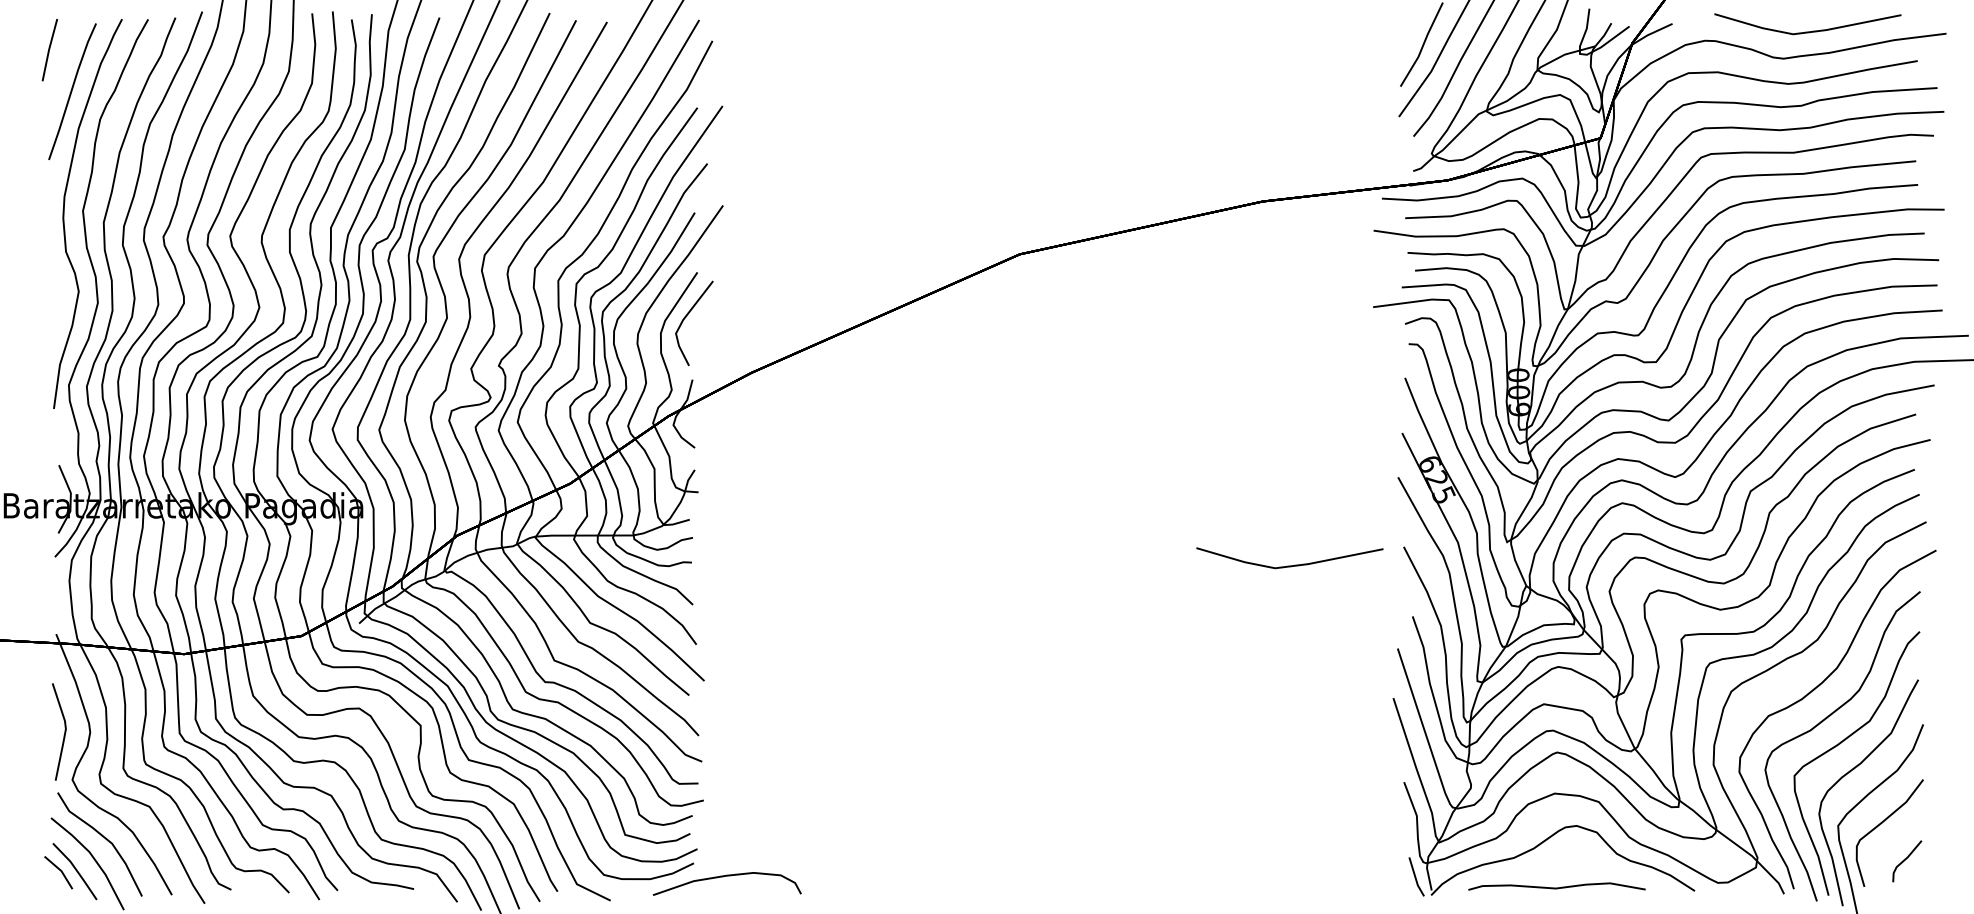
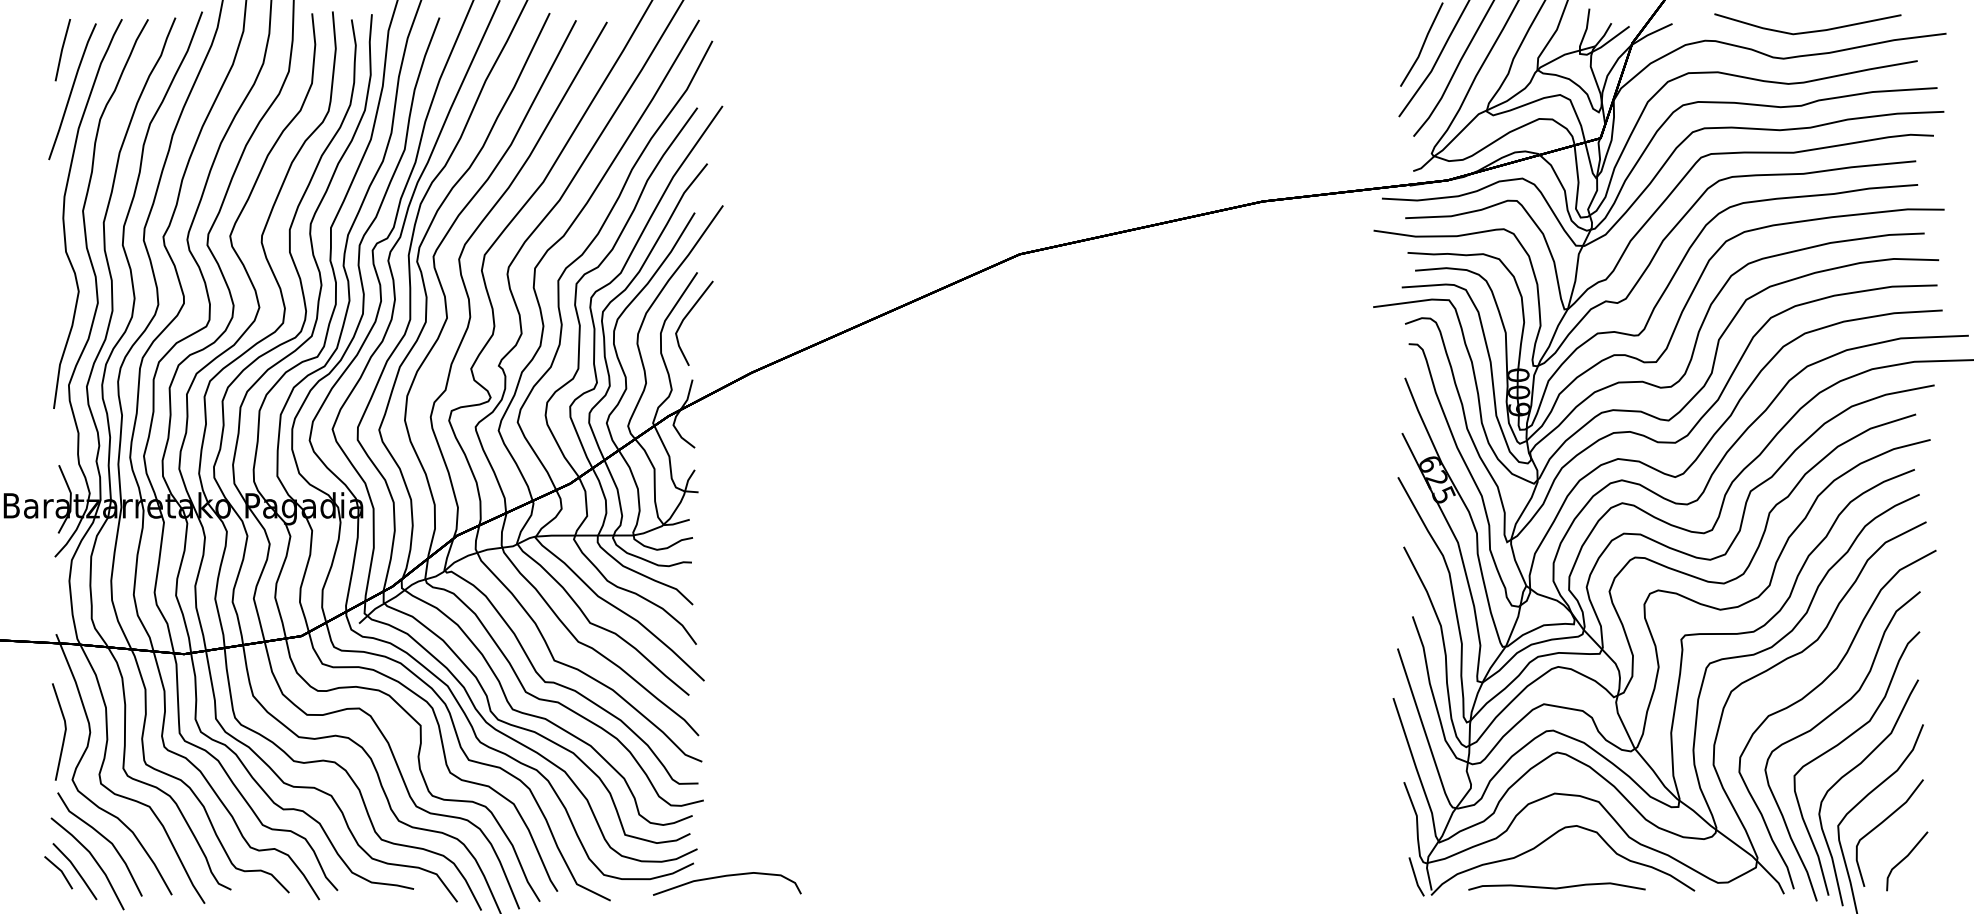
line at (49, 50) position: (49, 50) -> (62, 50)
line at (1289, 565): present -> none
part at (1907, 861) size: 31x43 px -> 43x61 px
